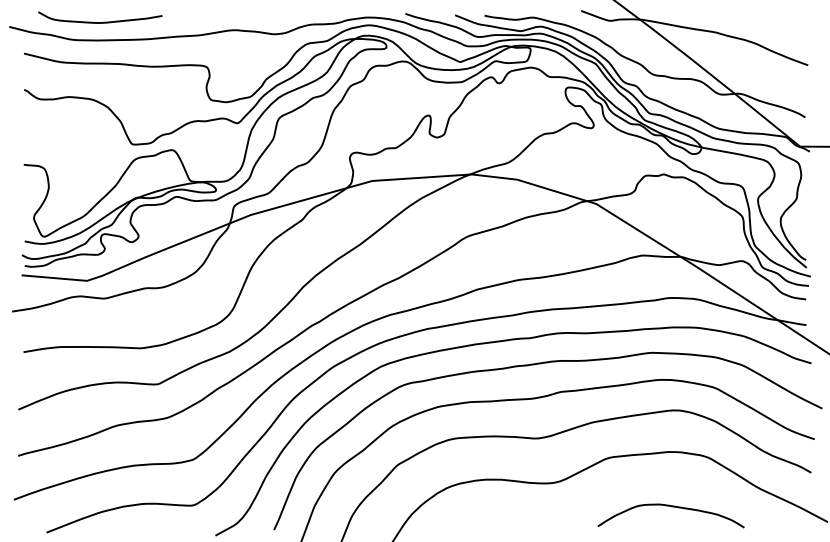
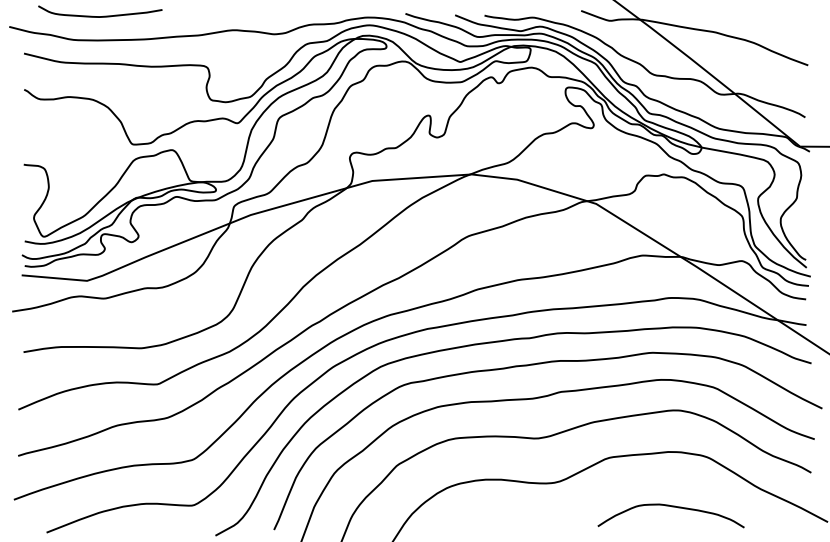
curve at (103, 21) position: (103, 21) -> (103, 15)
